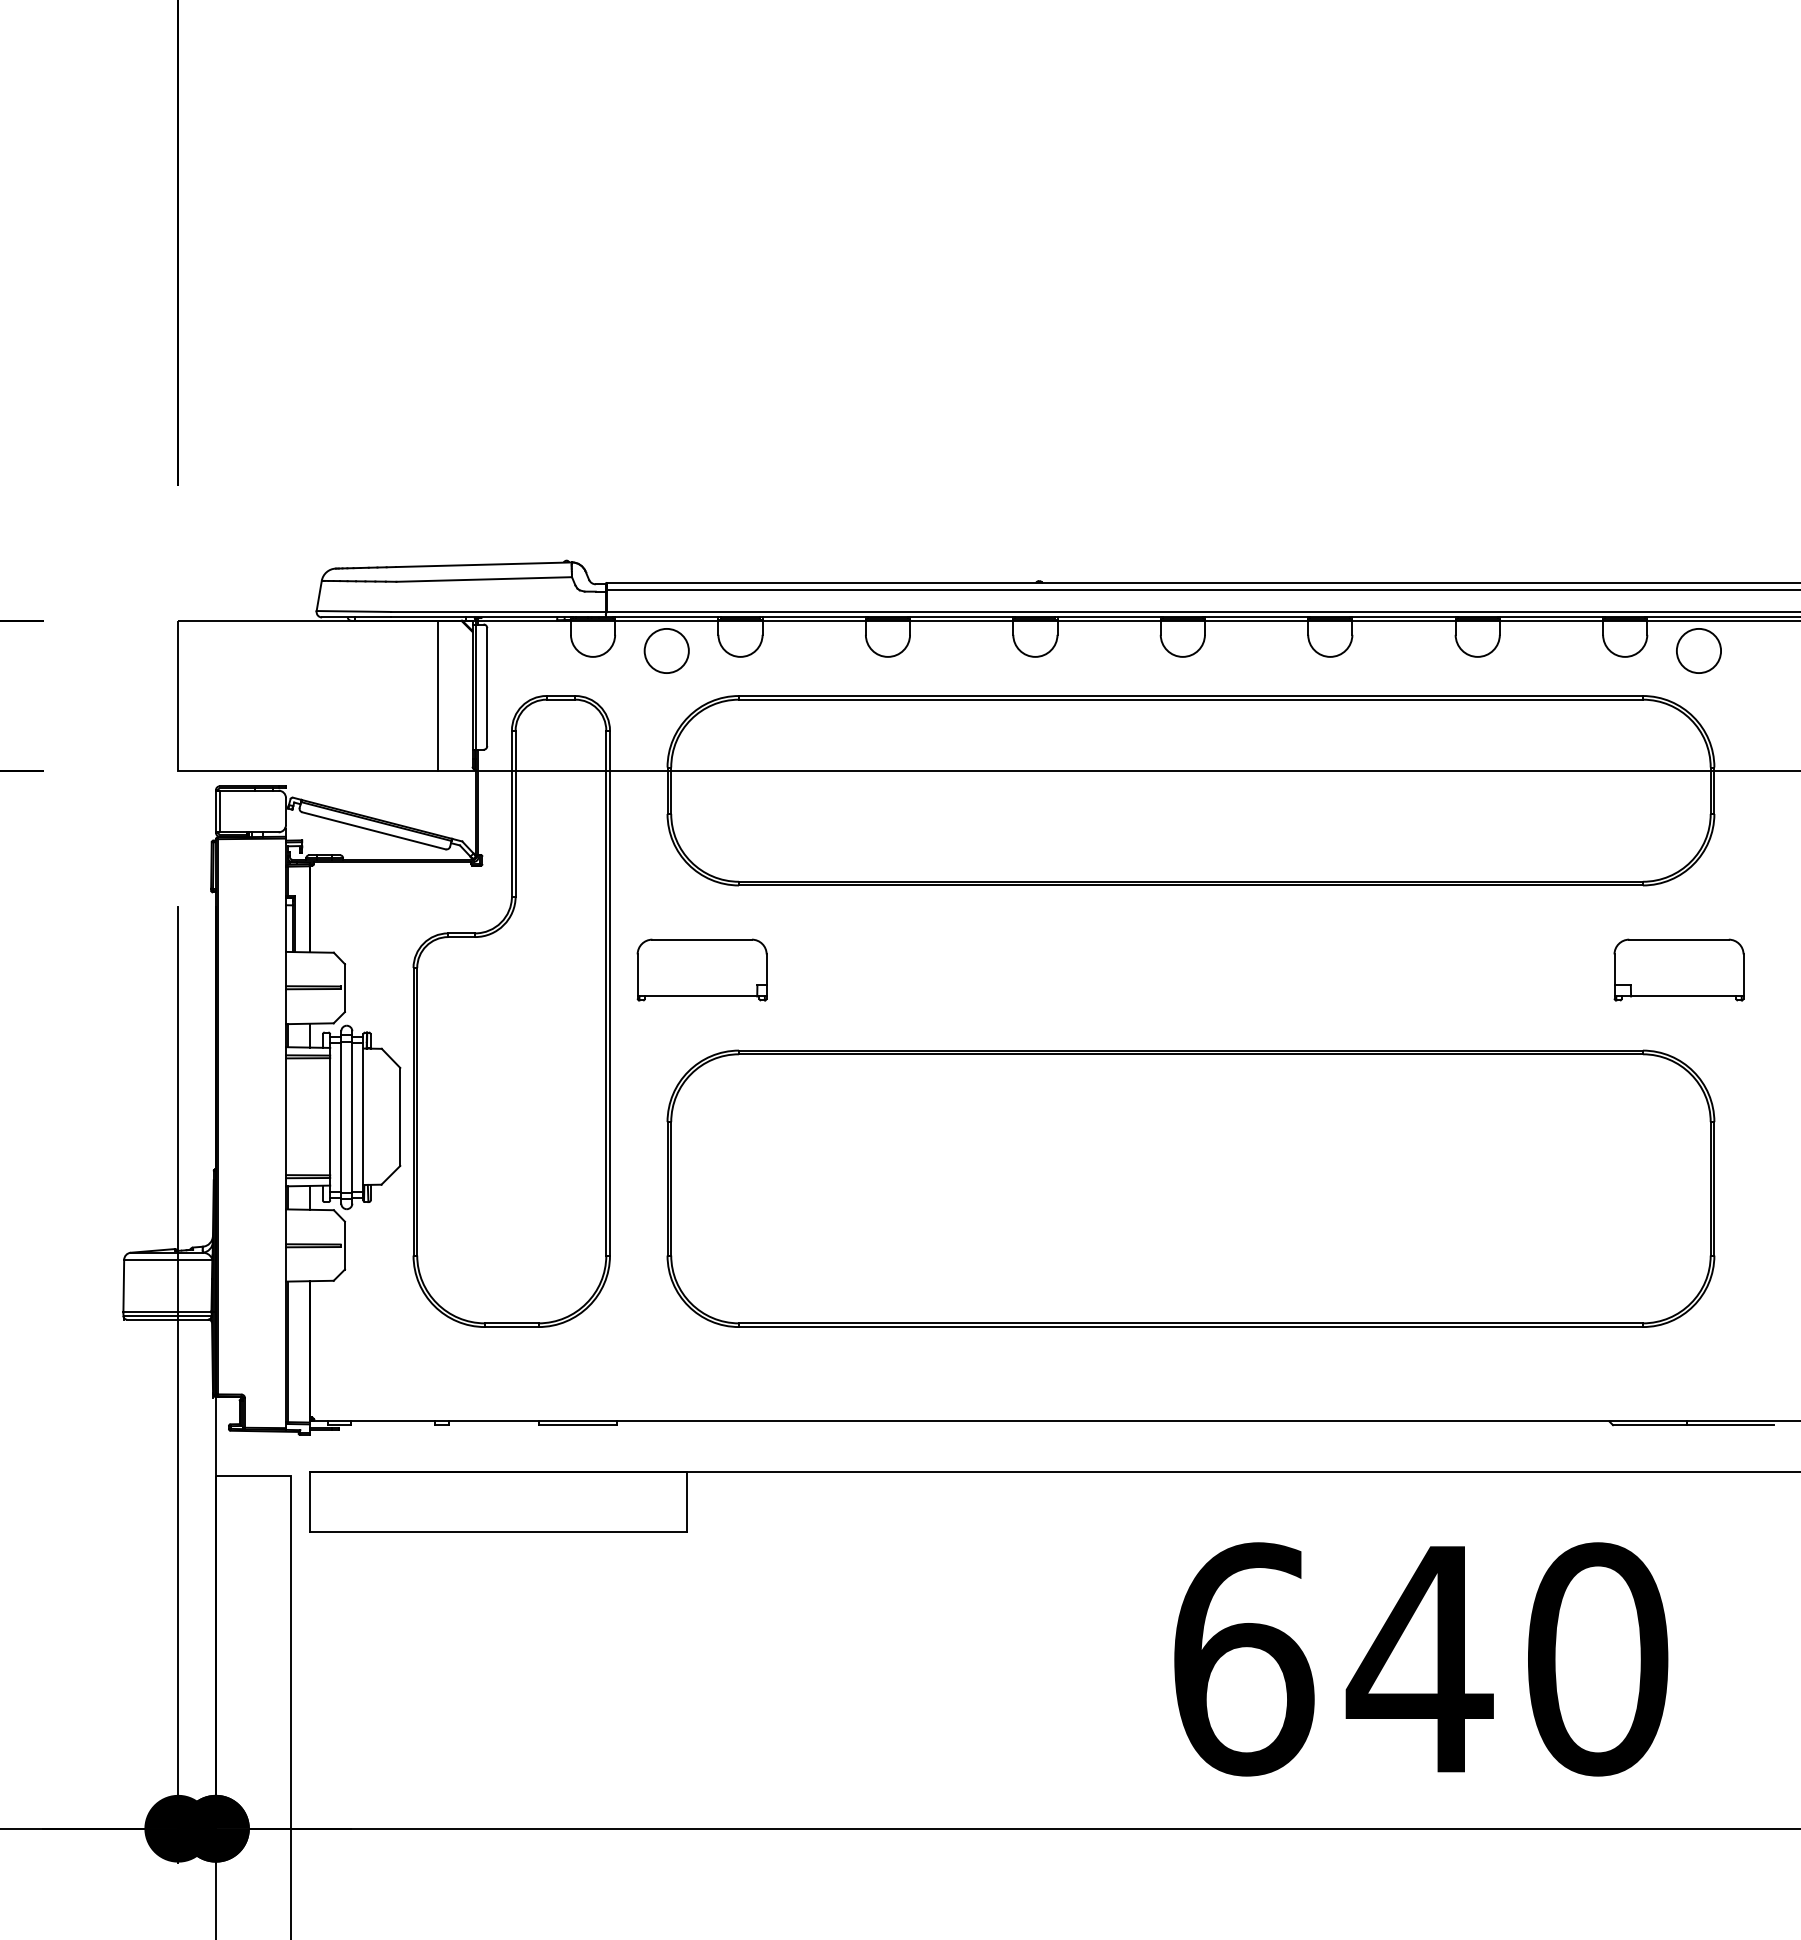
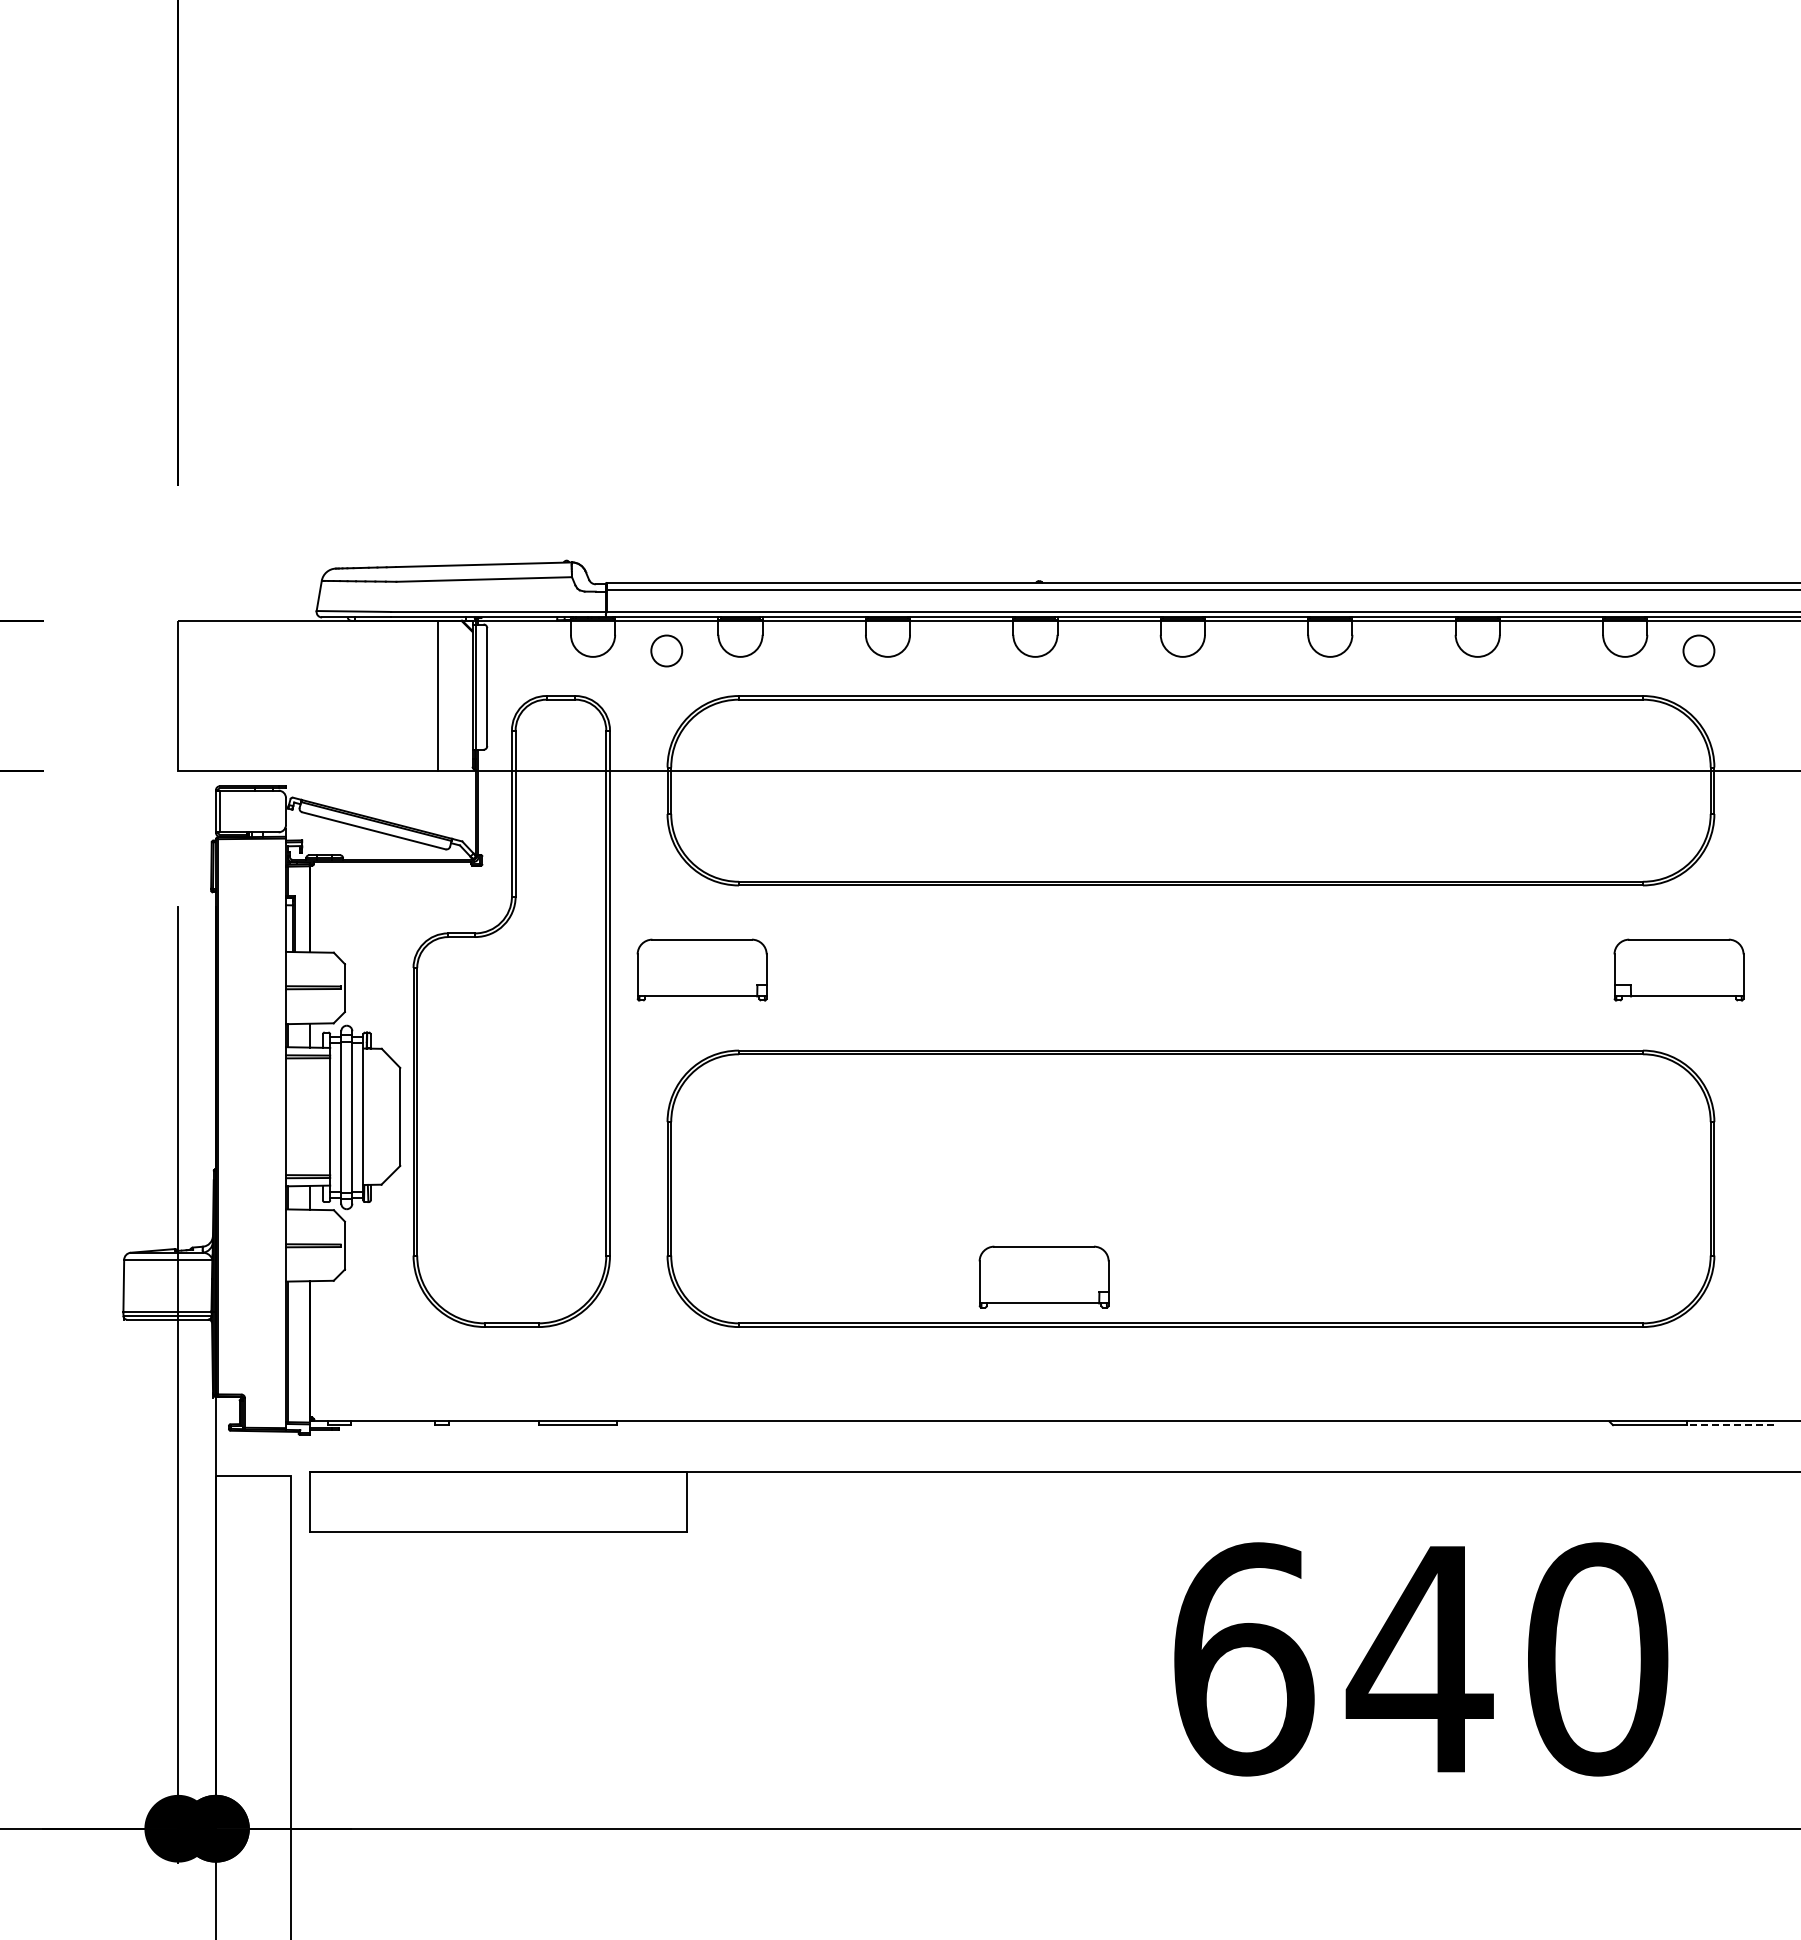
circle at (666, 650) diameter: 44 px -> 31 px
circle at (1698, 650) diameter: 44 px -> 31 px
part at (1043, 1276): none -> present
line at (1730, 1425): solid -> dashed
